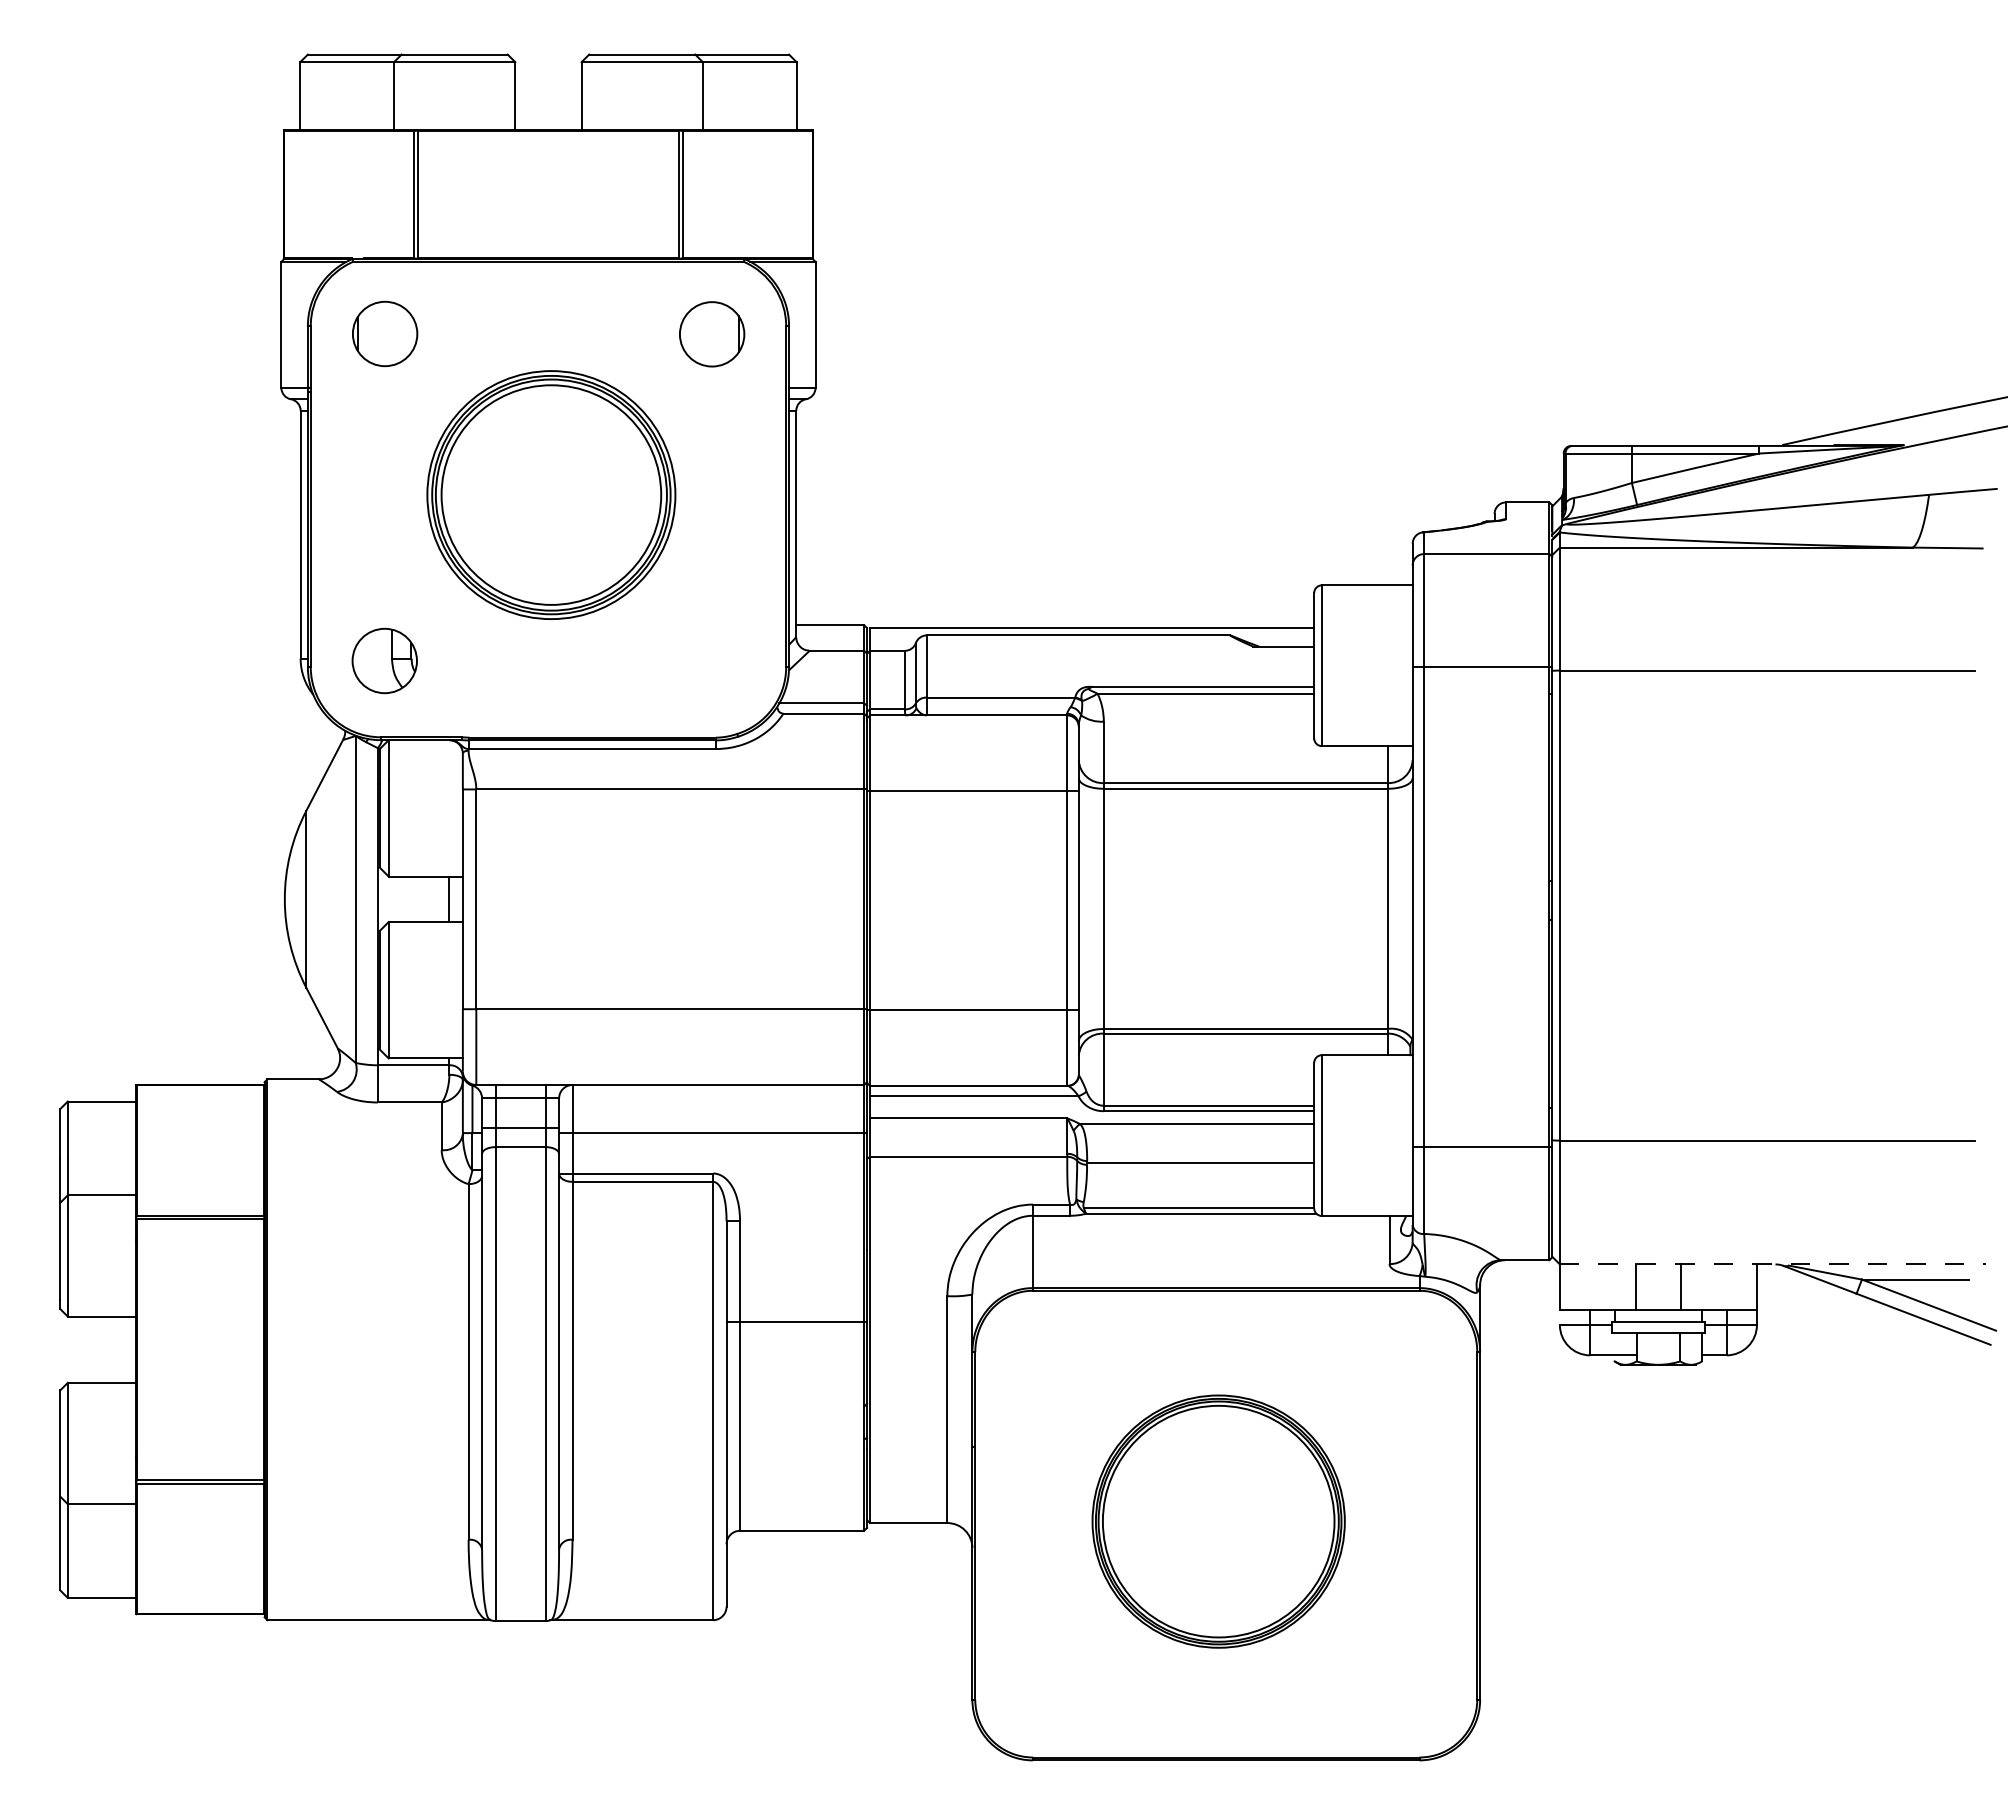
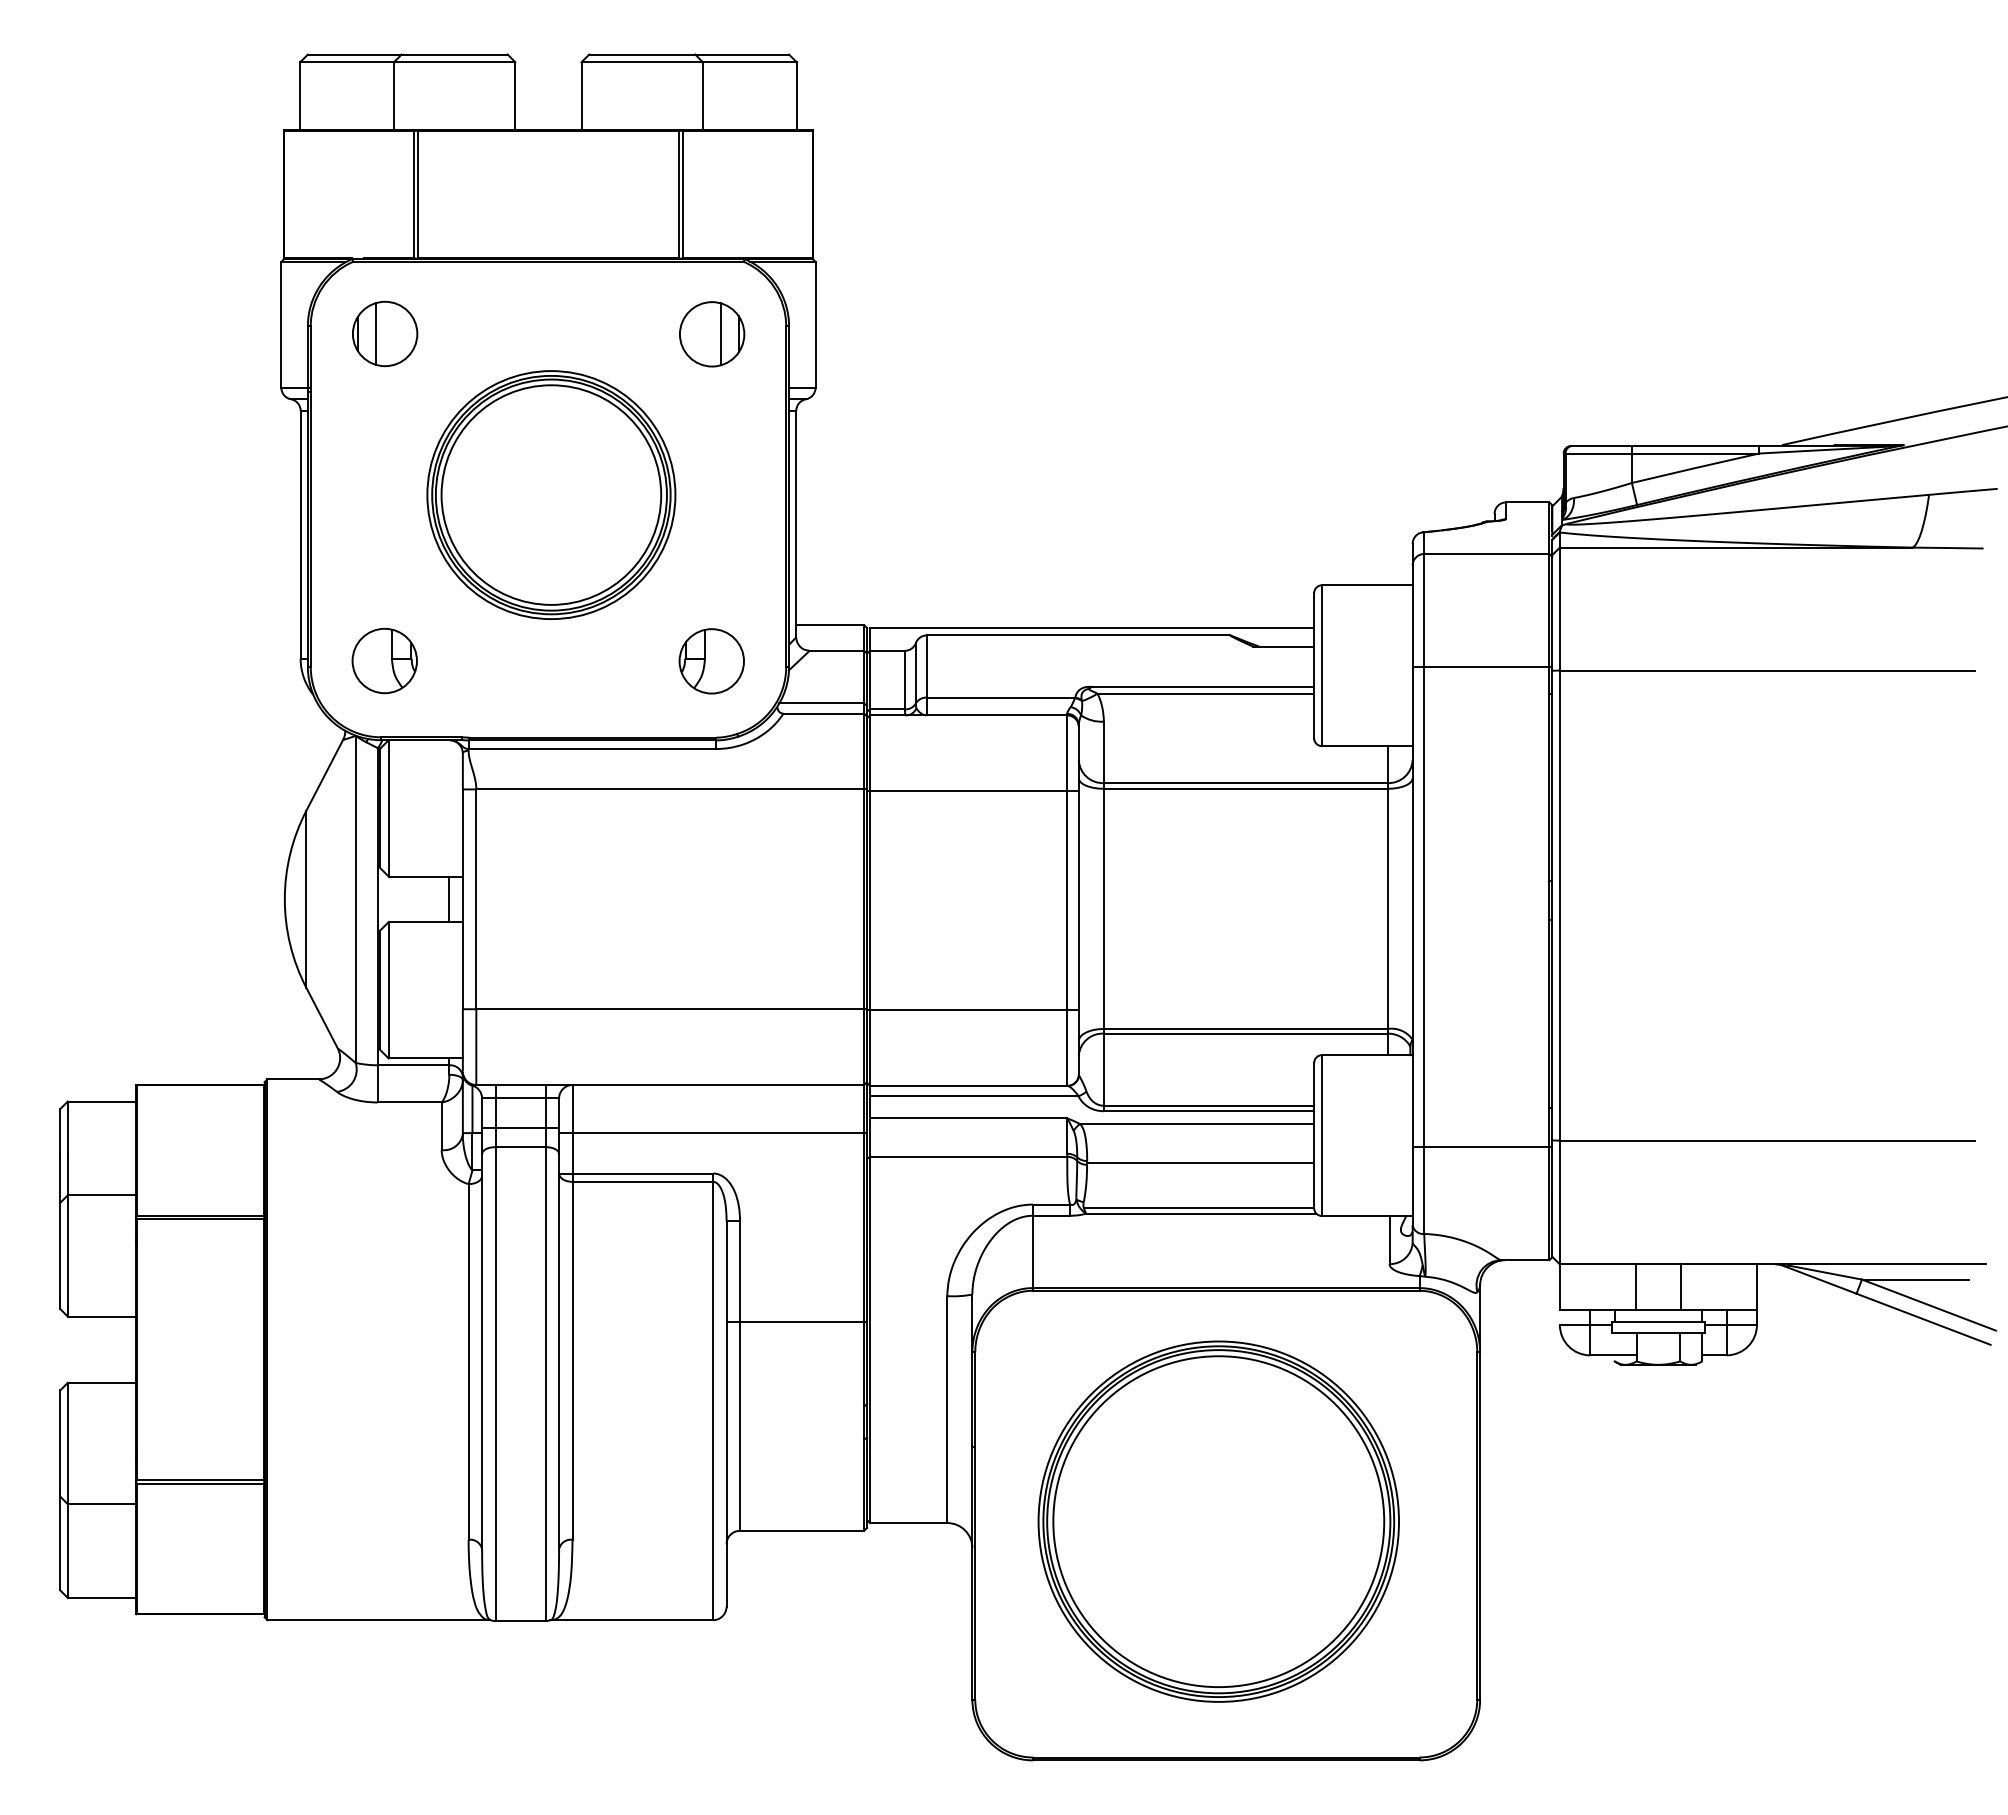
line at (375, 333): none -> present
line at (721, 334): none -> present
part at (711, 661): none -> present
line at (1773, 1264): dashed -> solid
part at (1218, 1521) size: 255x255 px -> 363x363 px
